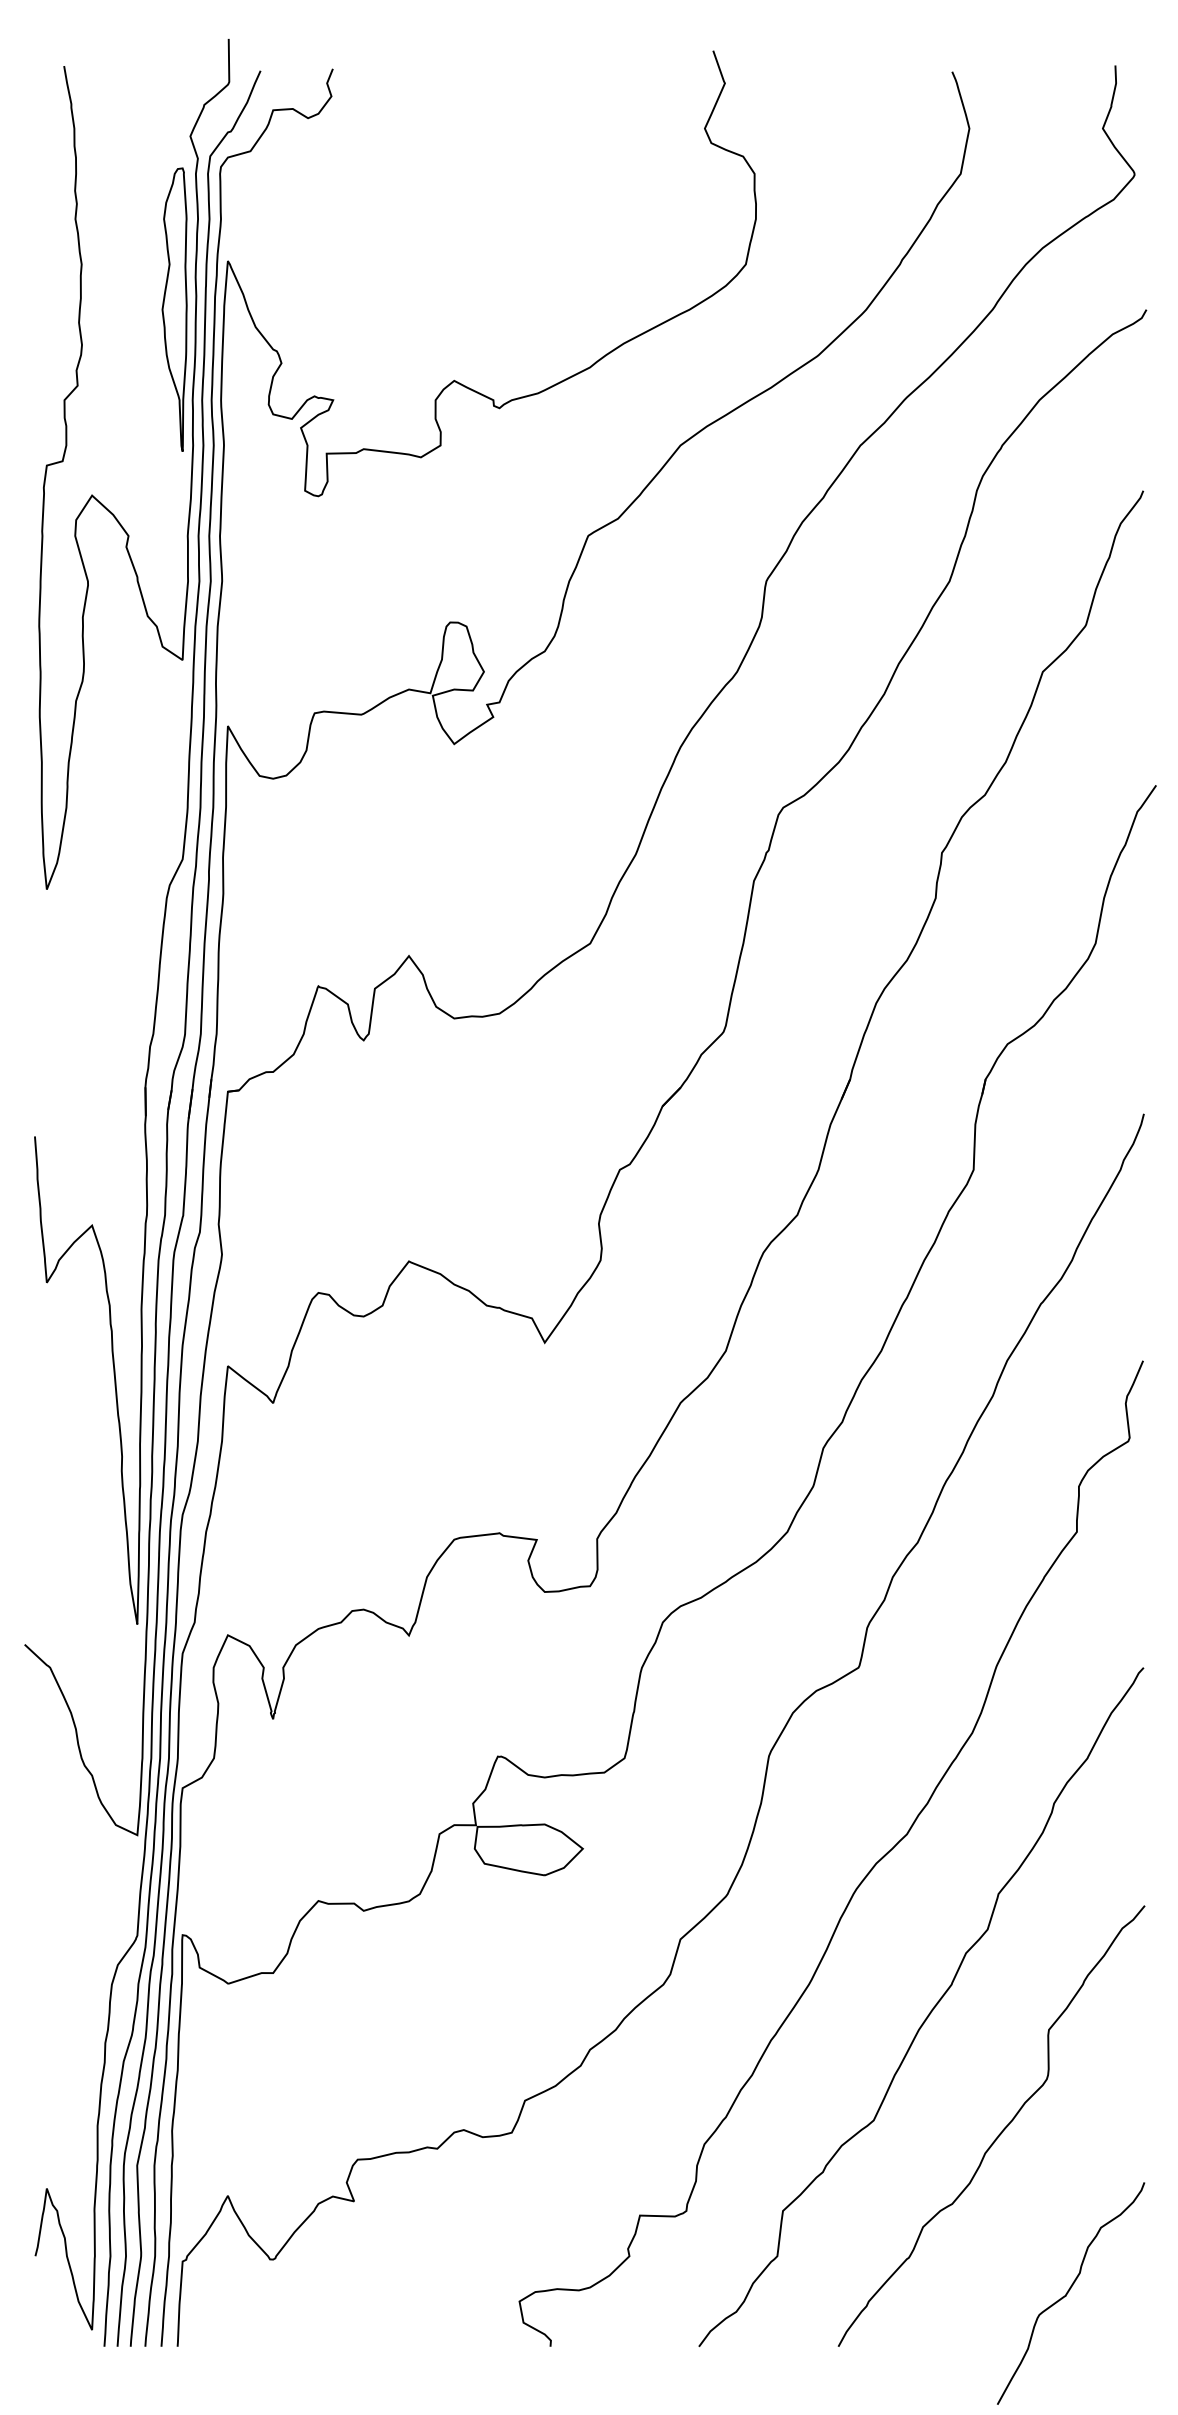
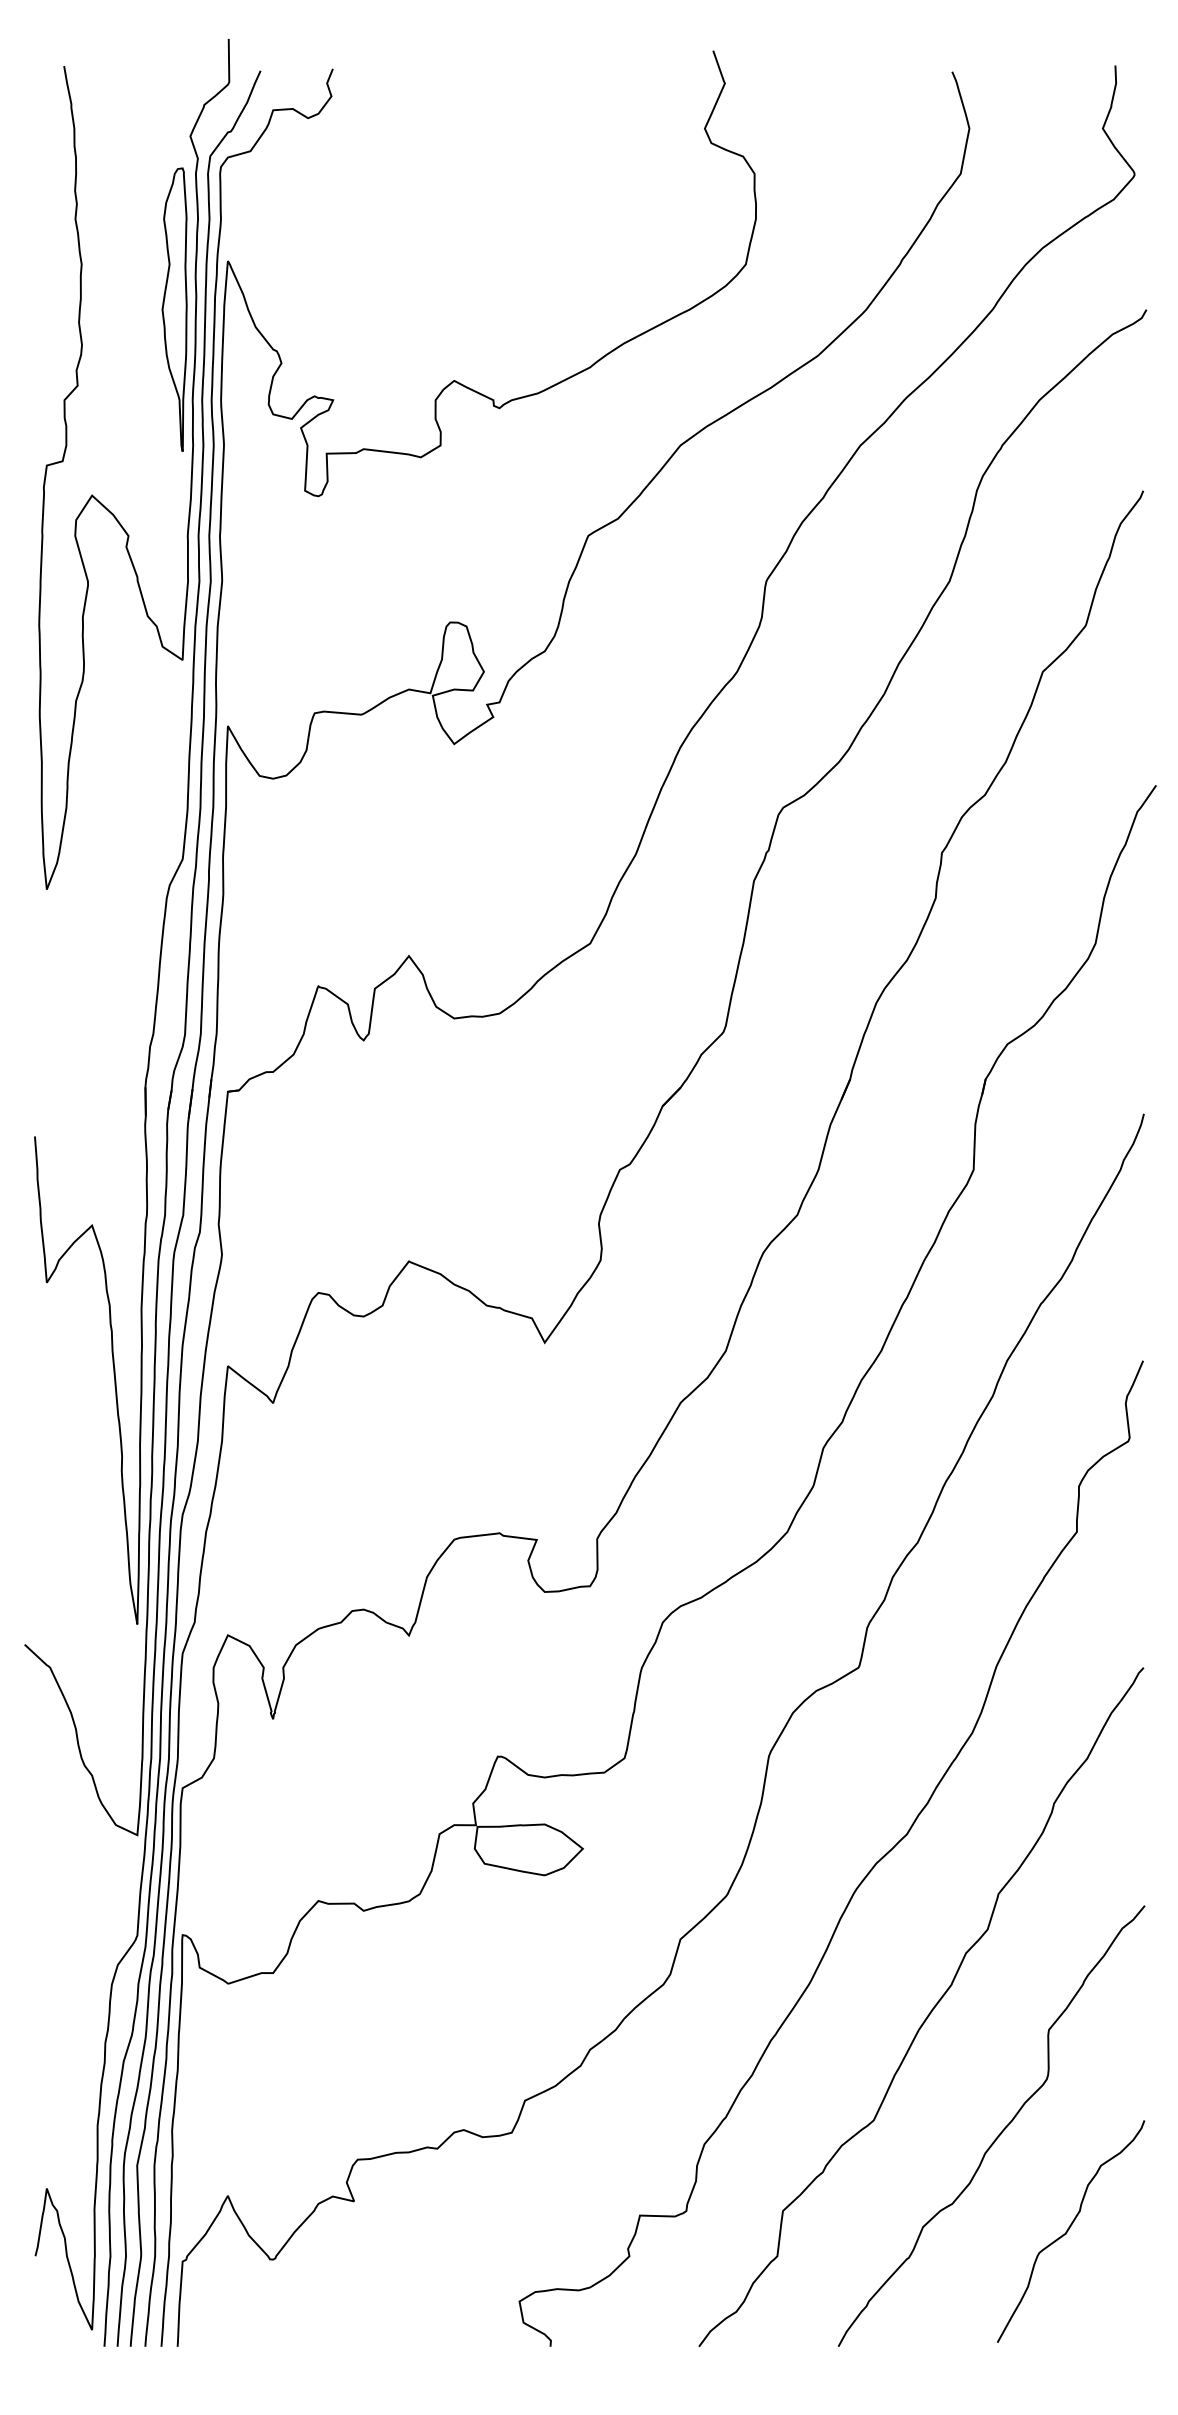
curve at (1069, 2291) position: (1069, 2291) -> (1069, 2229)
